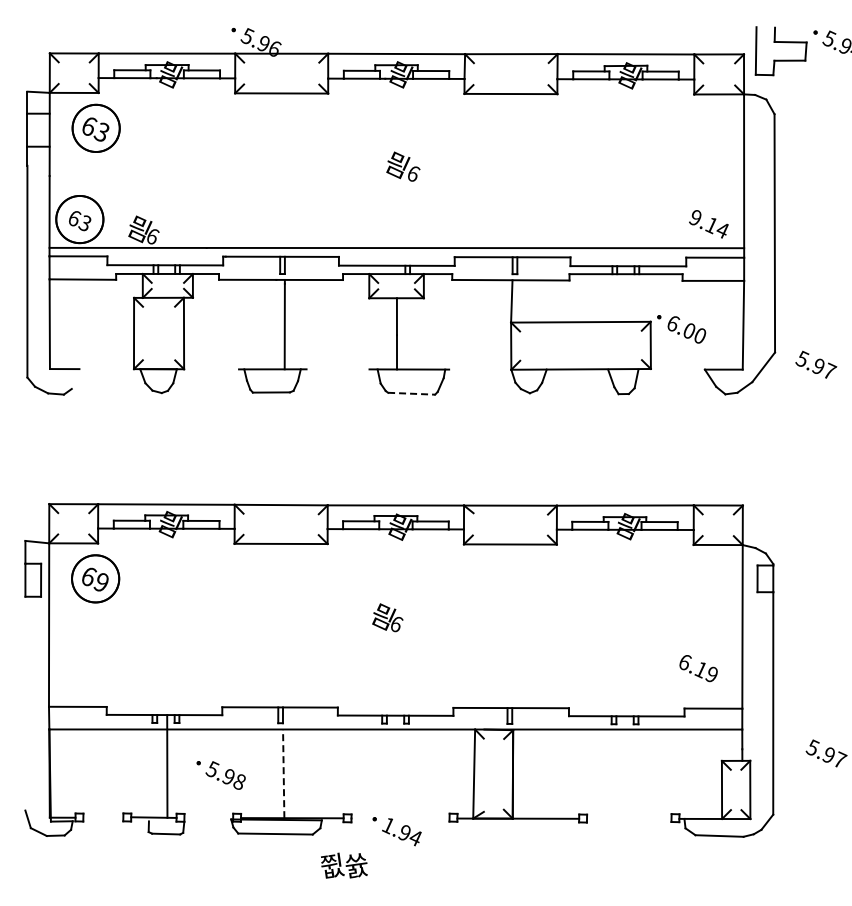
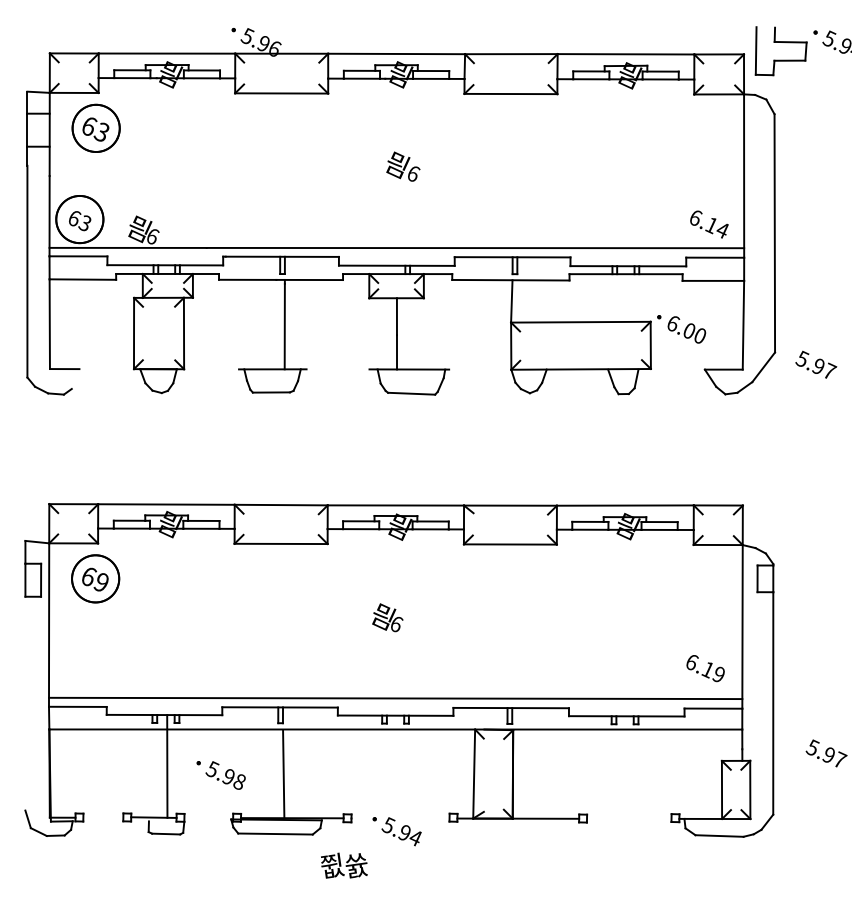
text at (695, 217): 9.14 -> 6.14
line at (411, 393): dashed -> solid
text at (698, 668) position: (698, 668) -> (705, 668)
line at (395, 698): none -> present
line at (283, 773): dashed -> solid
text at (388, 825): 1.94 -> 5.94
